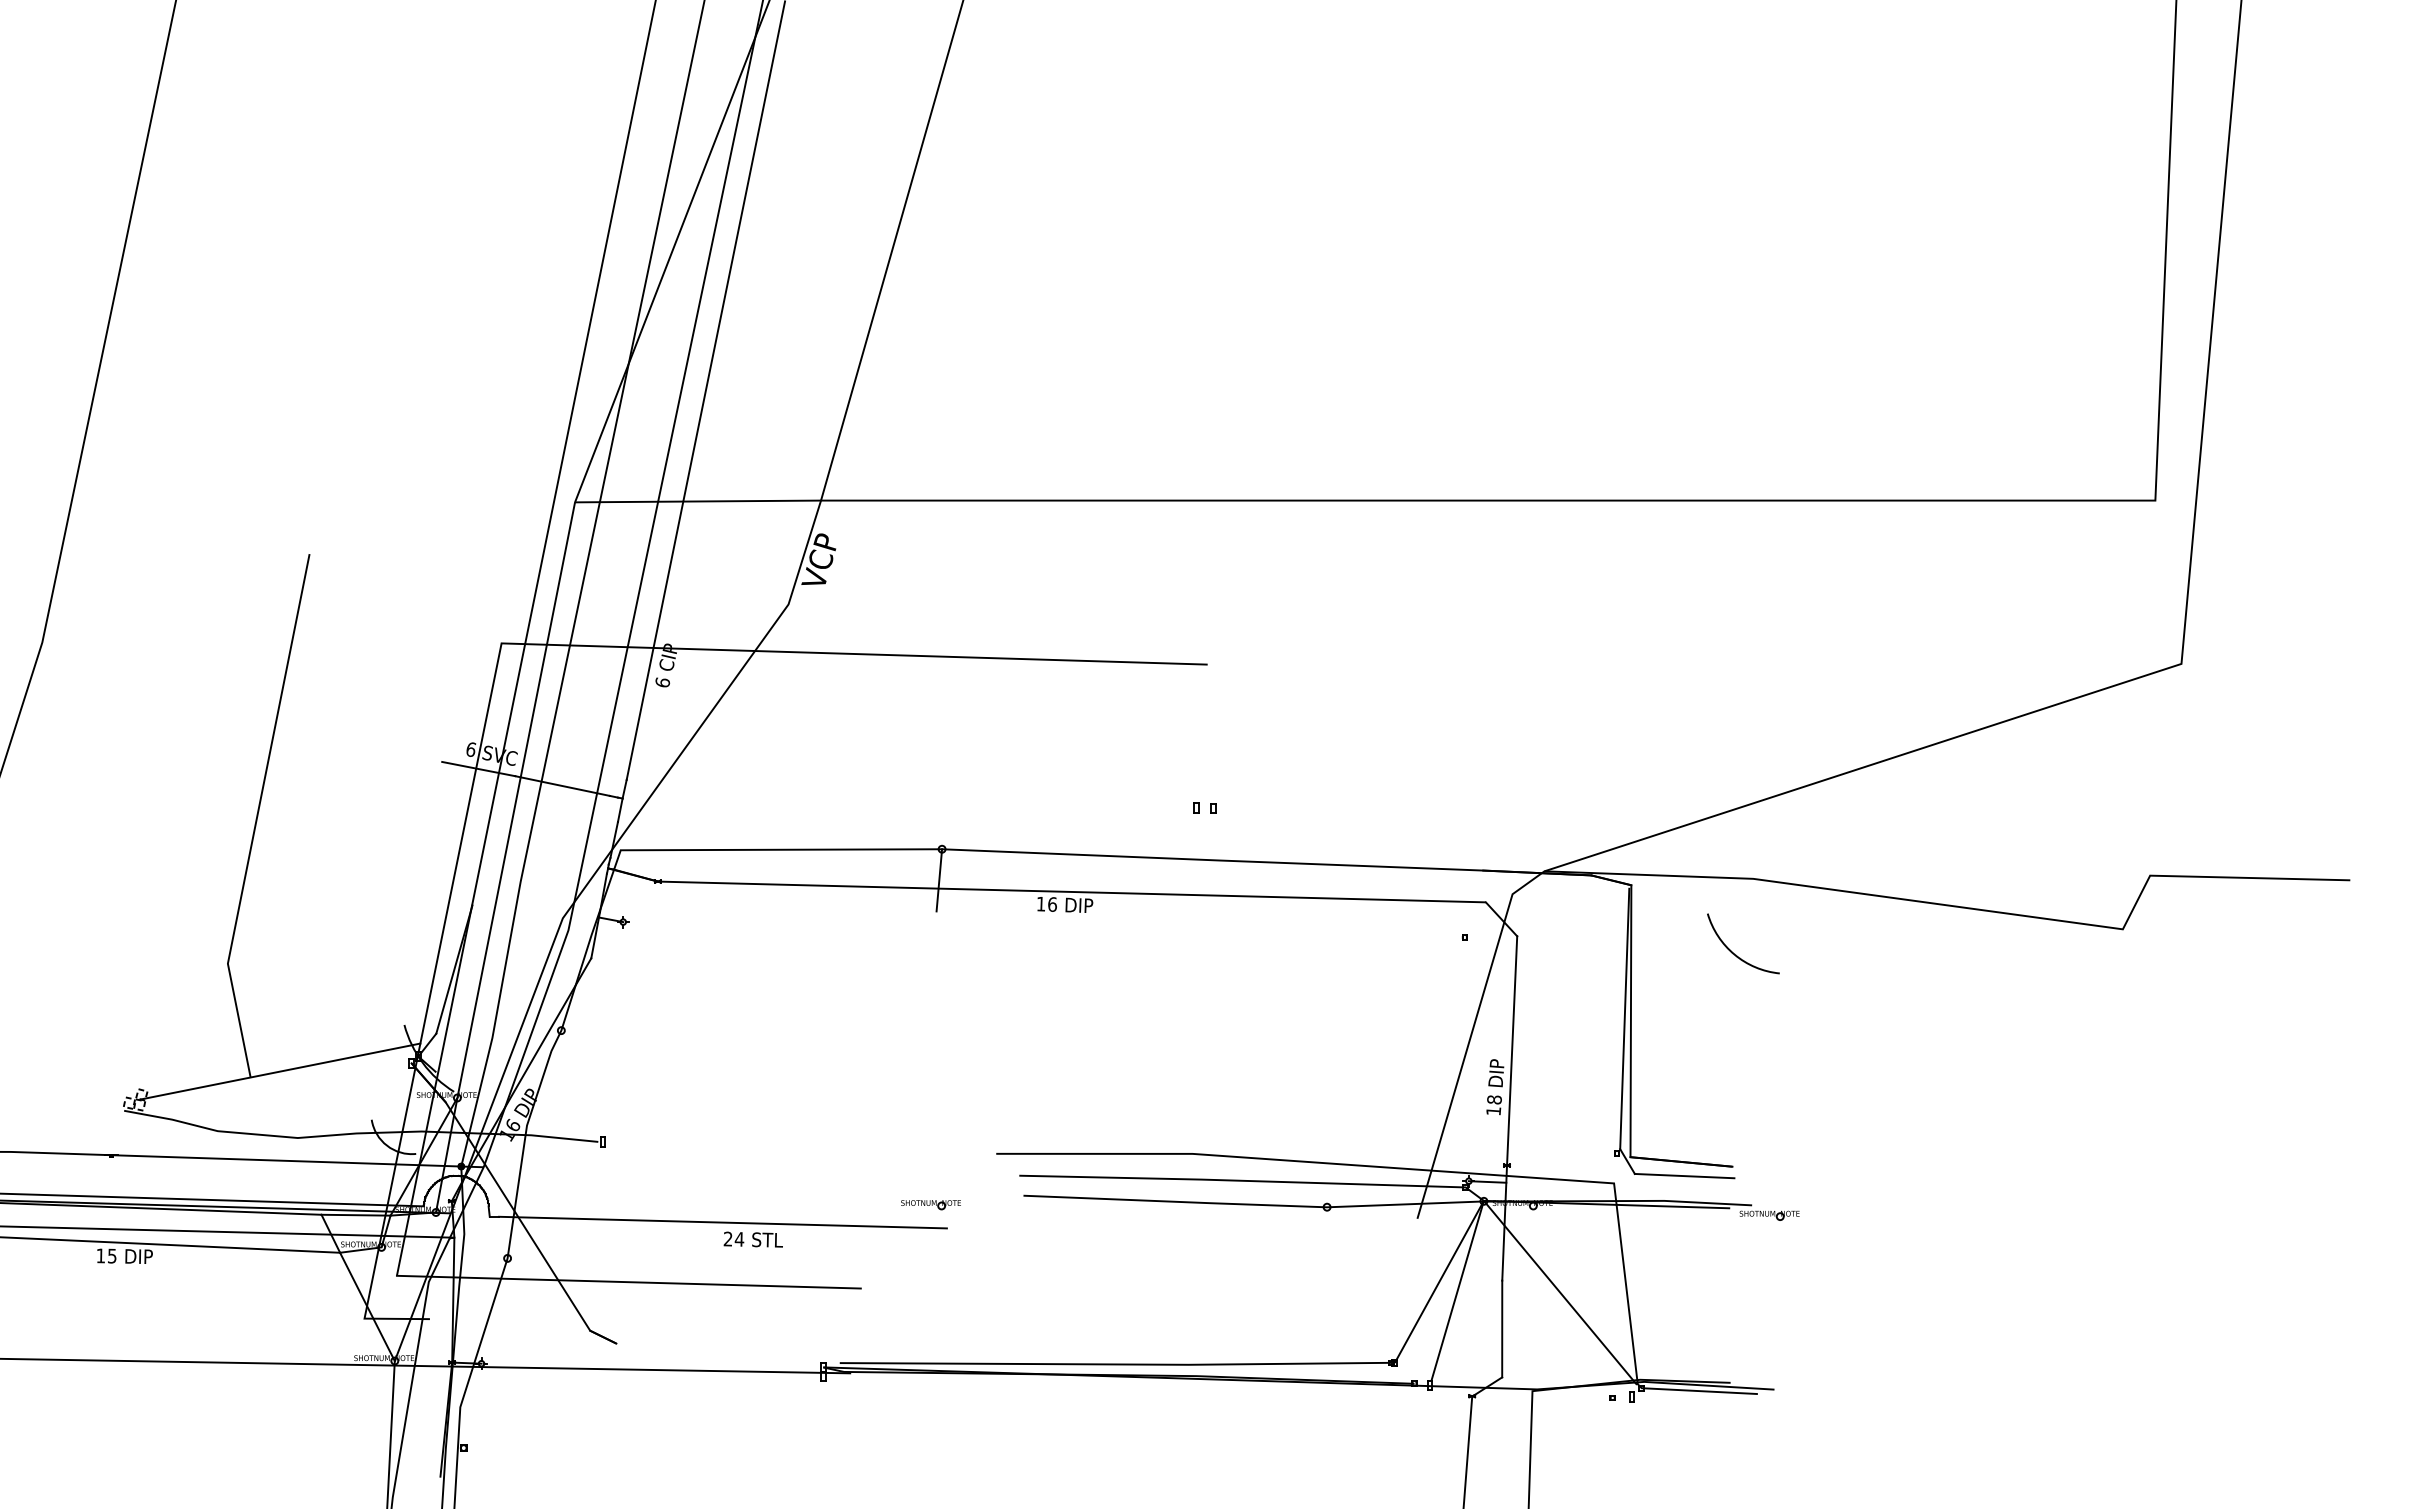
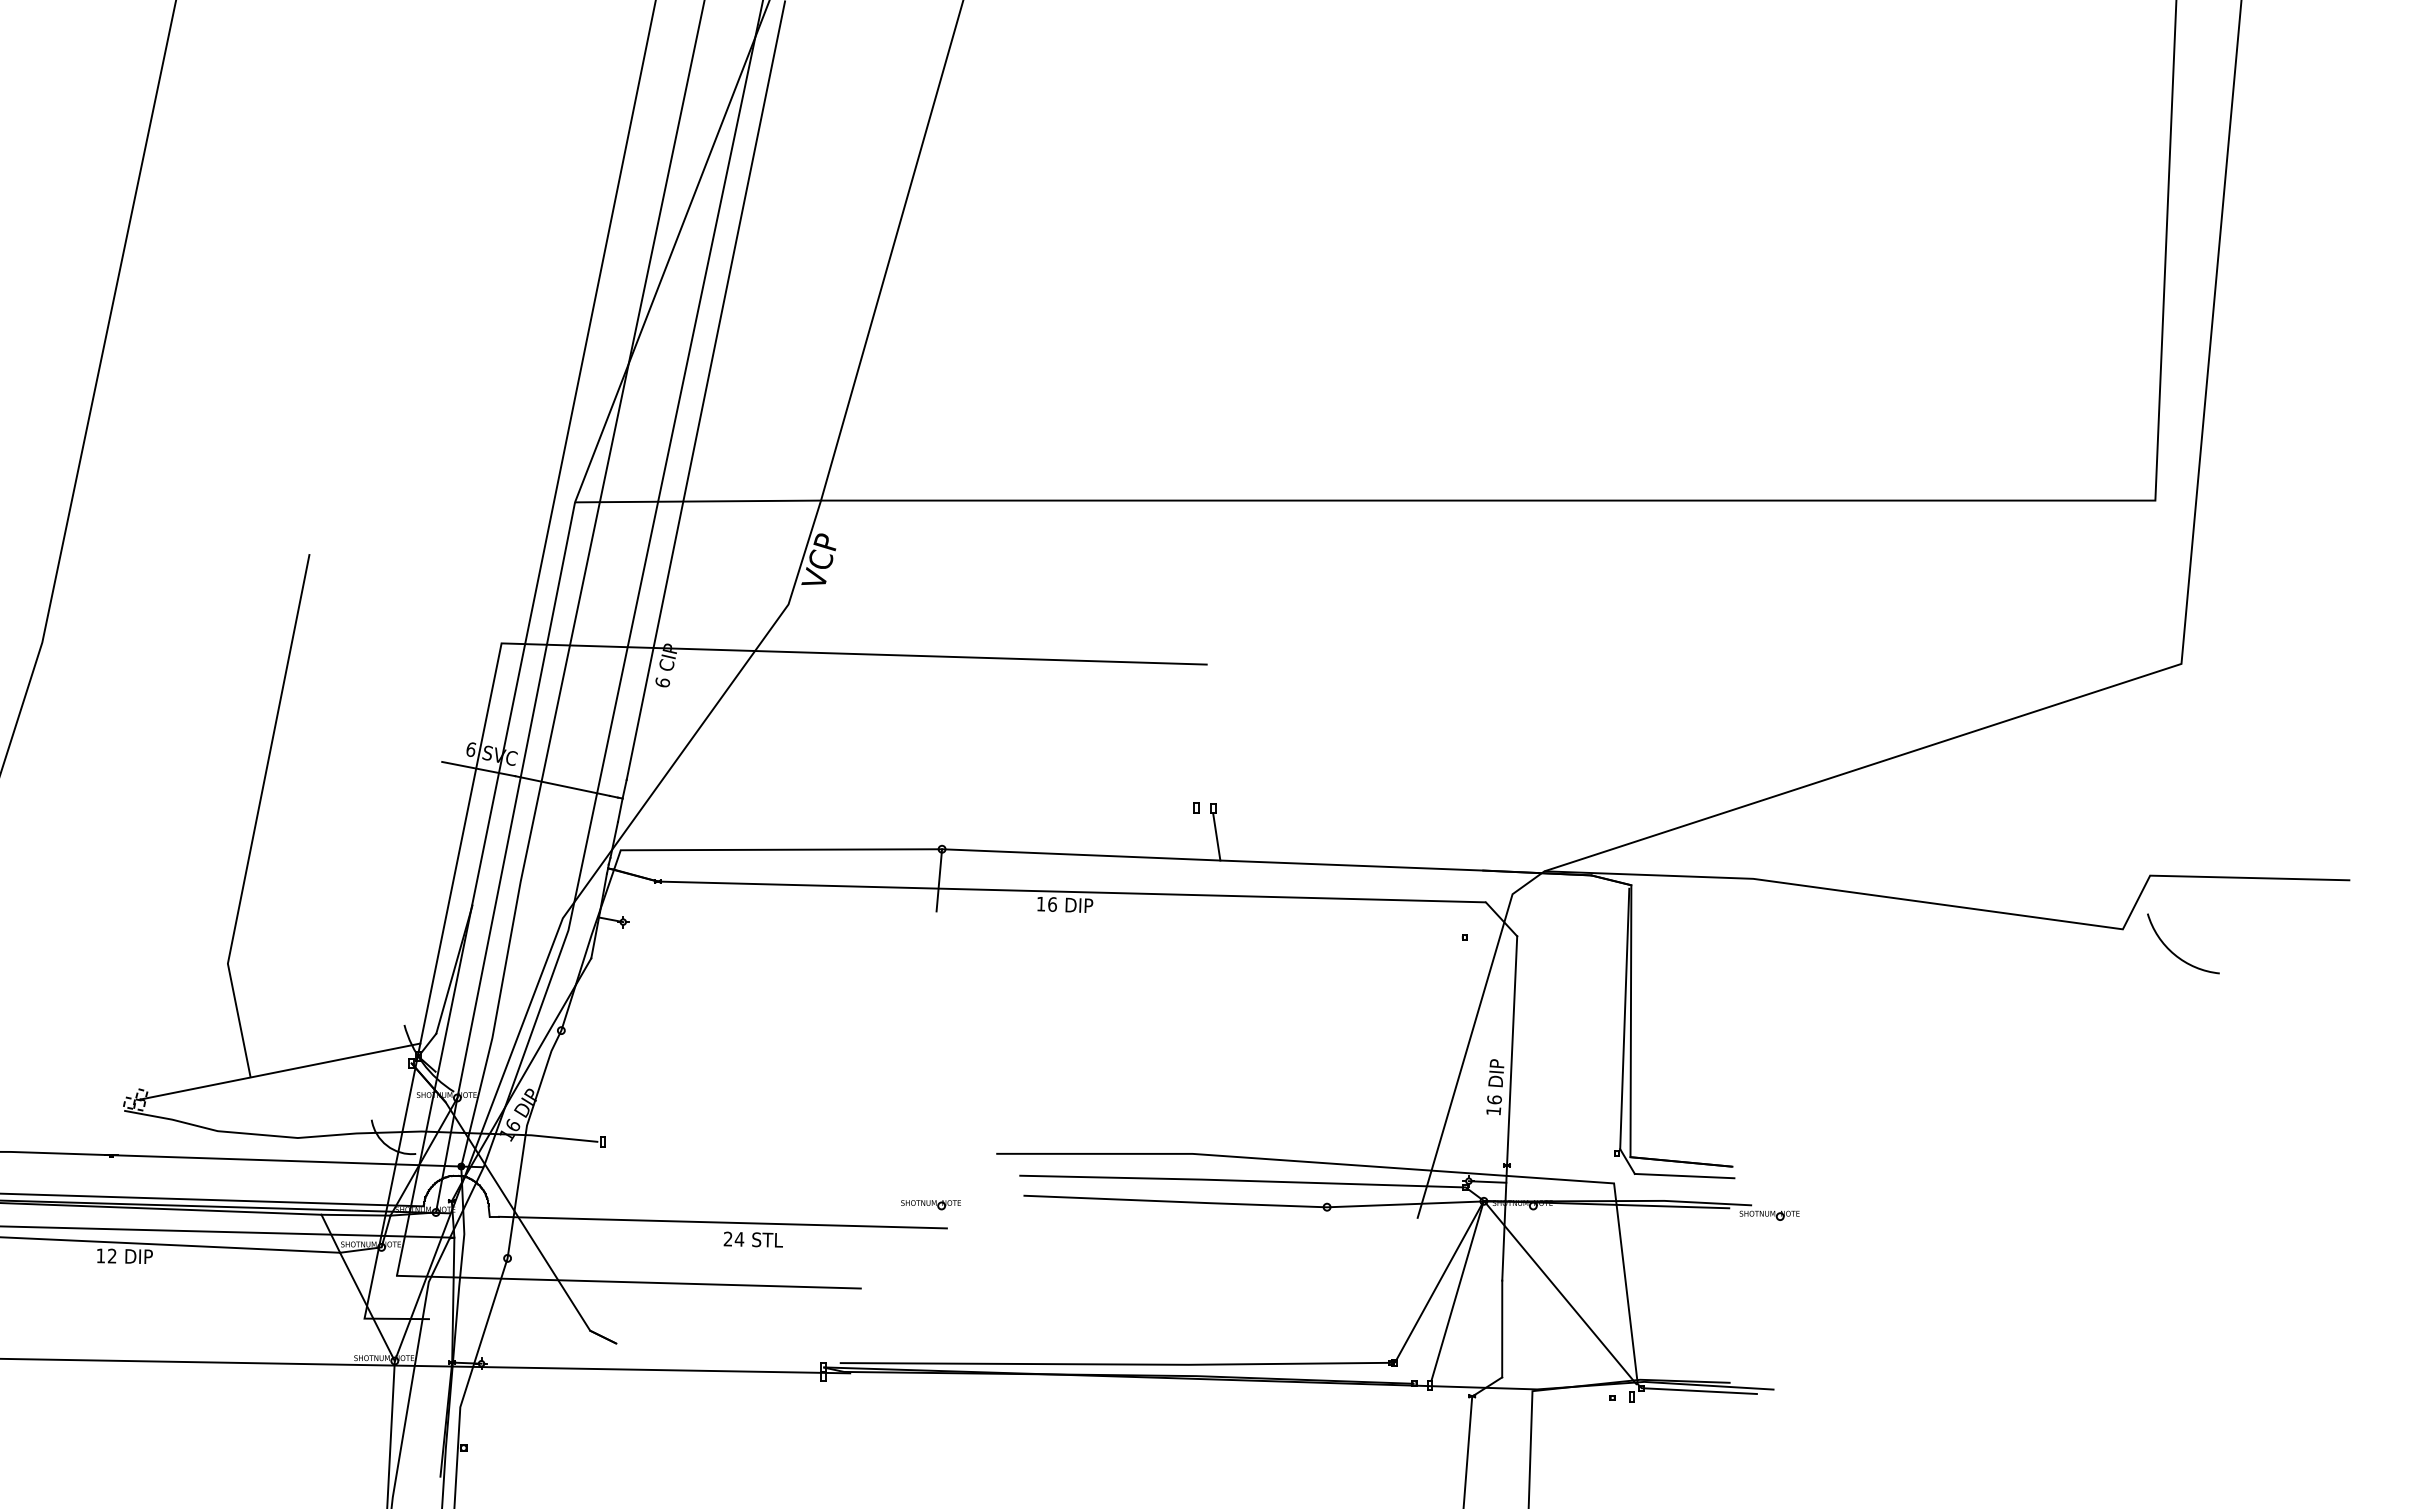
line at (1216, 836): none -> present
arc at (1736, 954) position: (1736, 954) -> (2176, 954)
text at (1494, 1099): 18 -> 16
text at (112, 1255): 15 -> 12
